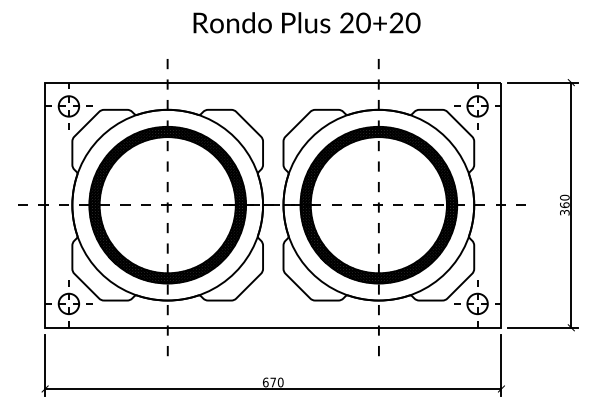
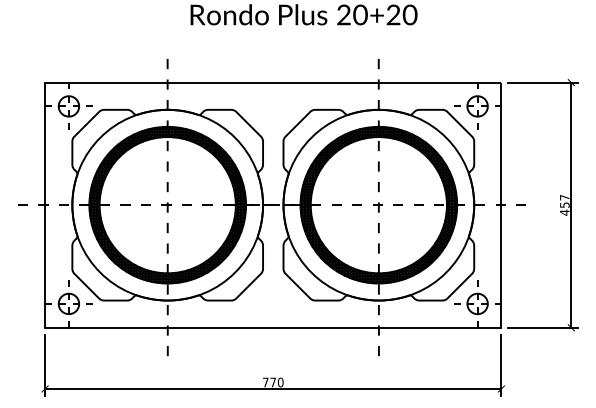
text at (306, 22) position: (306, 22) -> (303, 14)
text at (564, 204): 360 -> 457
text at (265, 382): 670 -> 770
